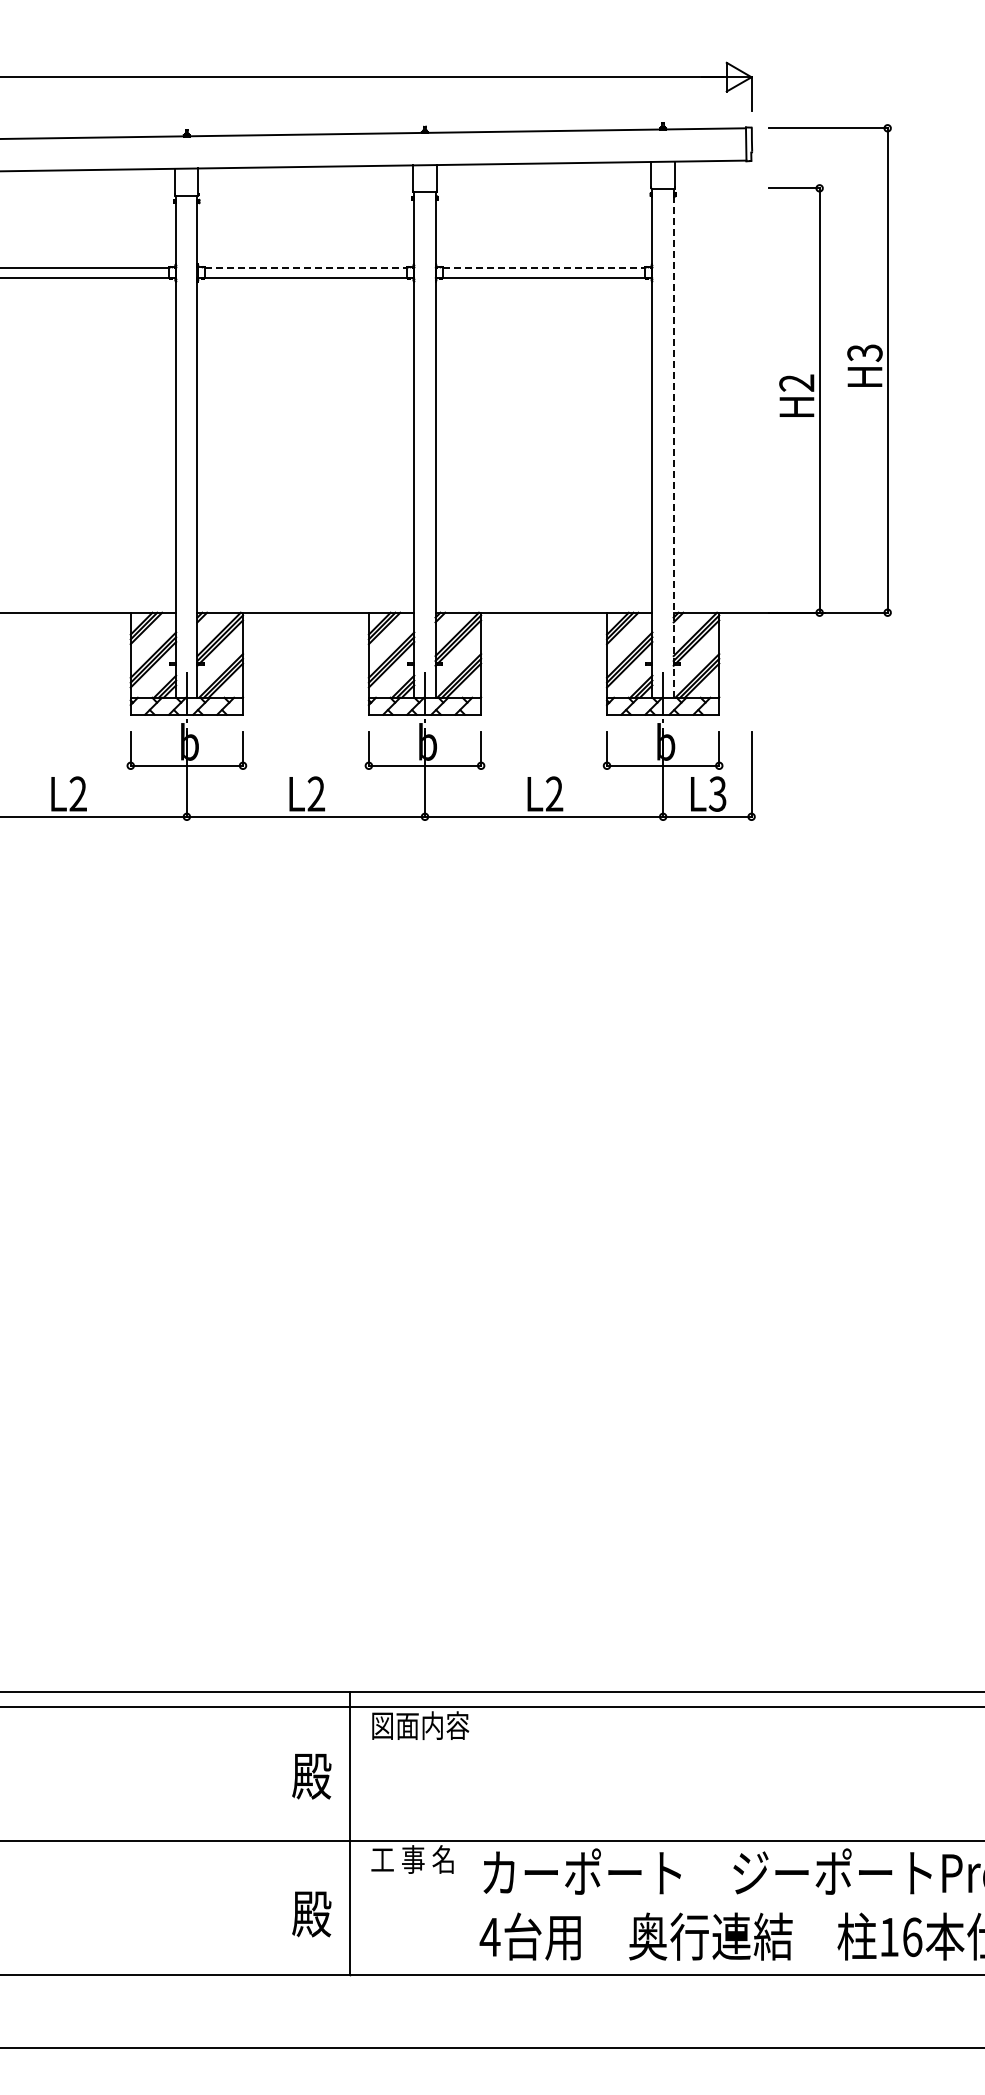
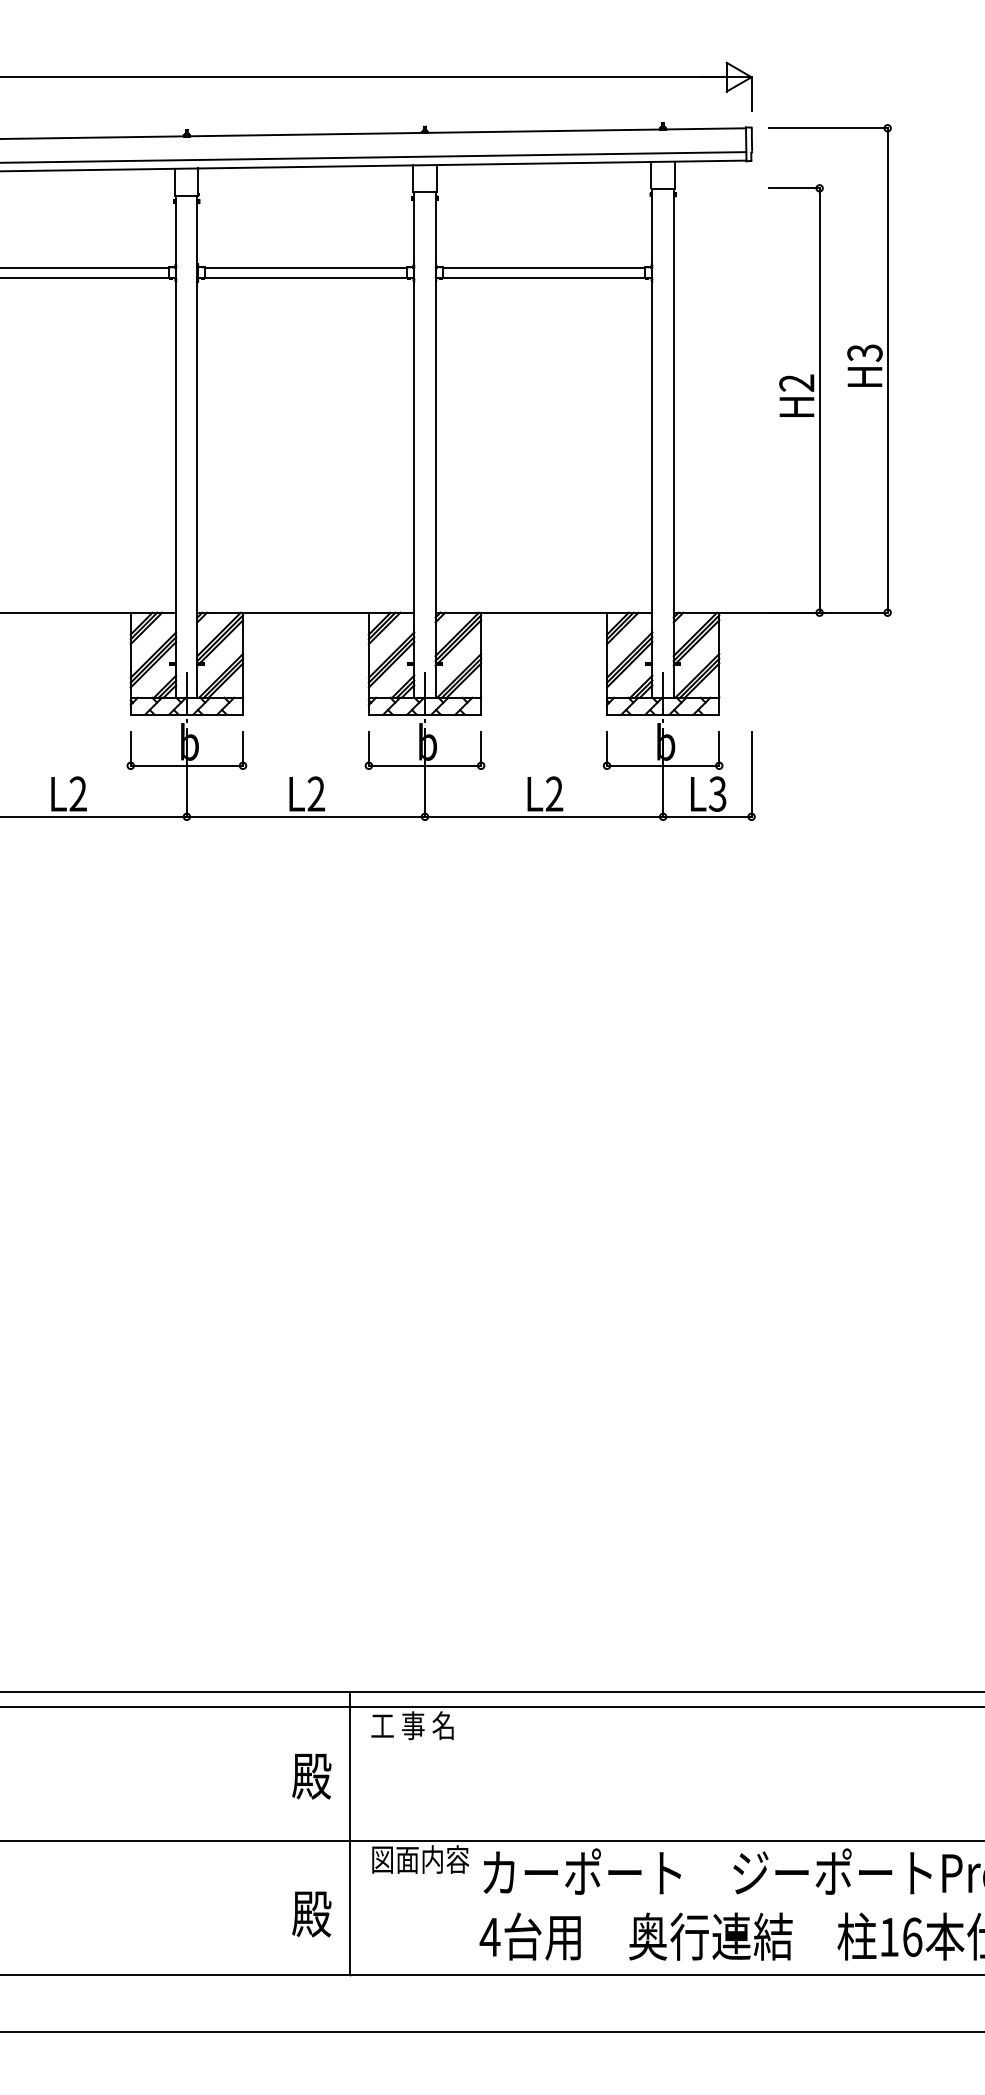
line at (374, 157): none -> present
line at (306, 267): dashed -> solid
line at (544, 267): dashed -> solid
line at (673, 442): dashed -> solid
text at (420, 1725): 図面内容 -> 工 事 名
text at (420, 1859): 工 事 名 -> 図面内容
line at (491, 2048) position: (491, 2048) -> (491, 2032)
